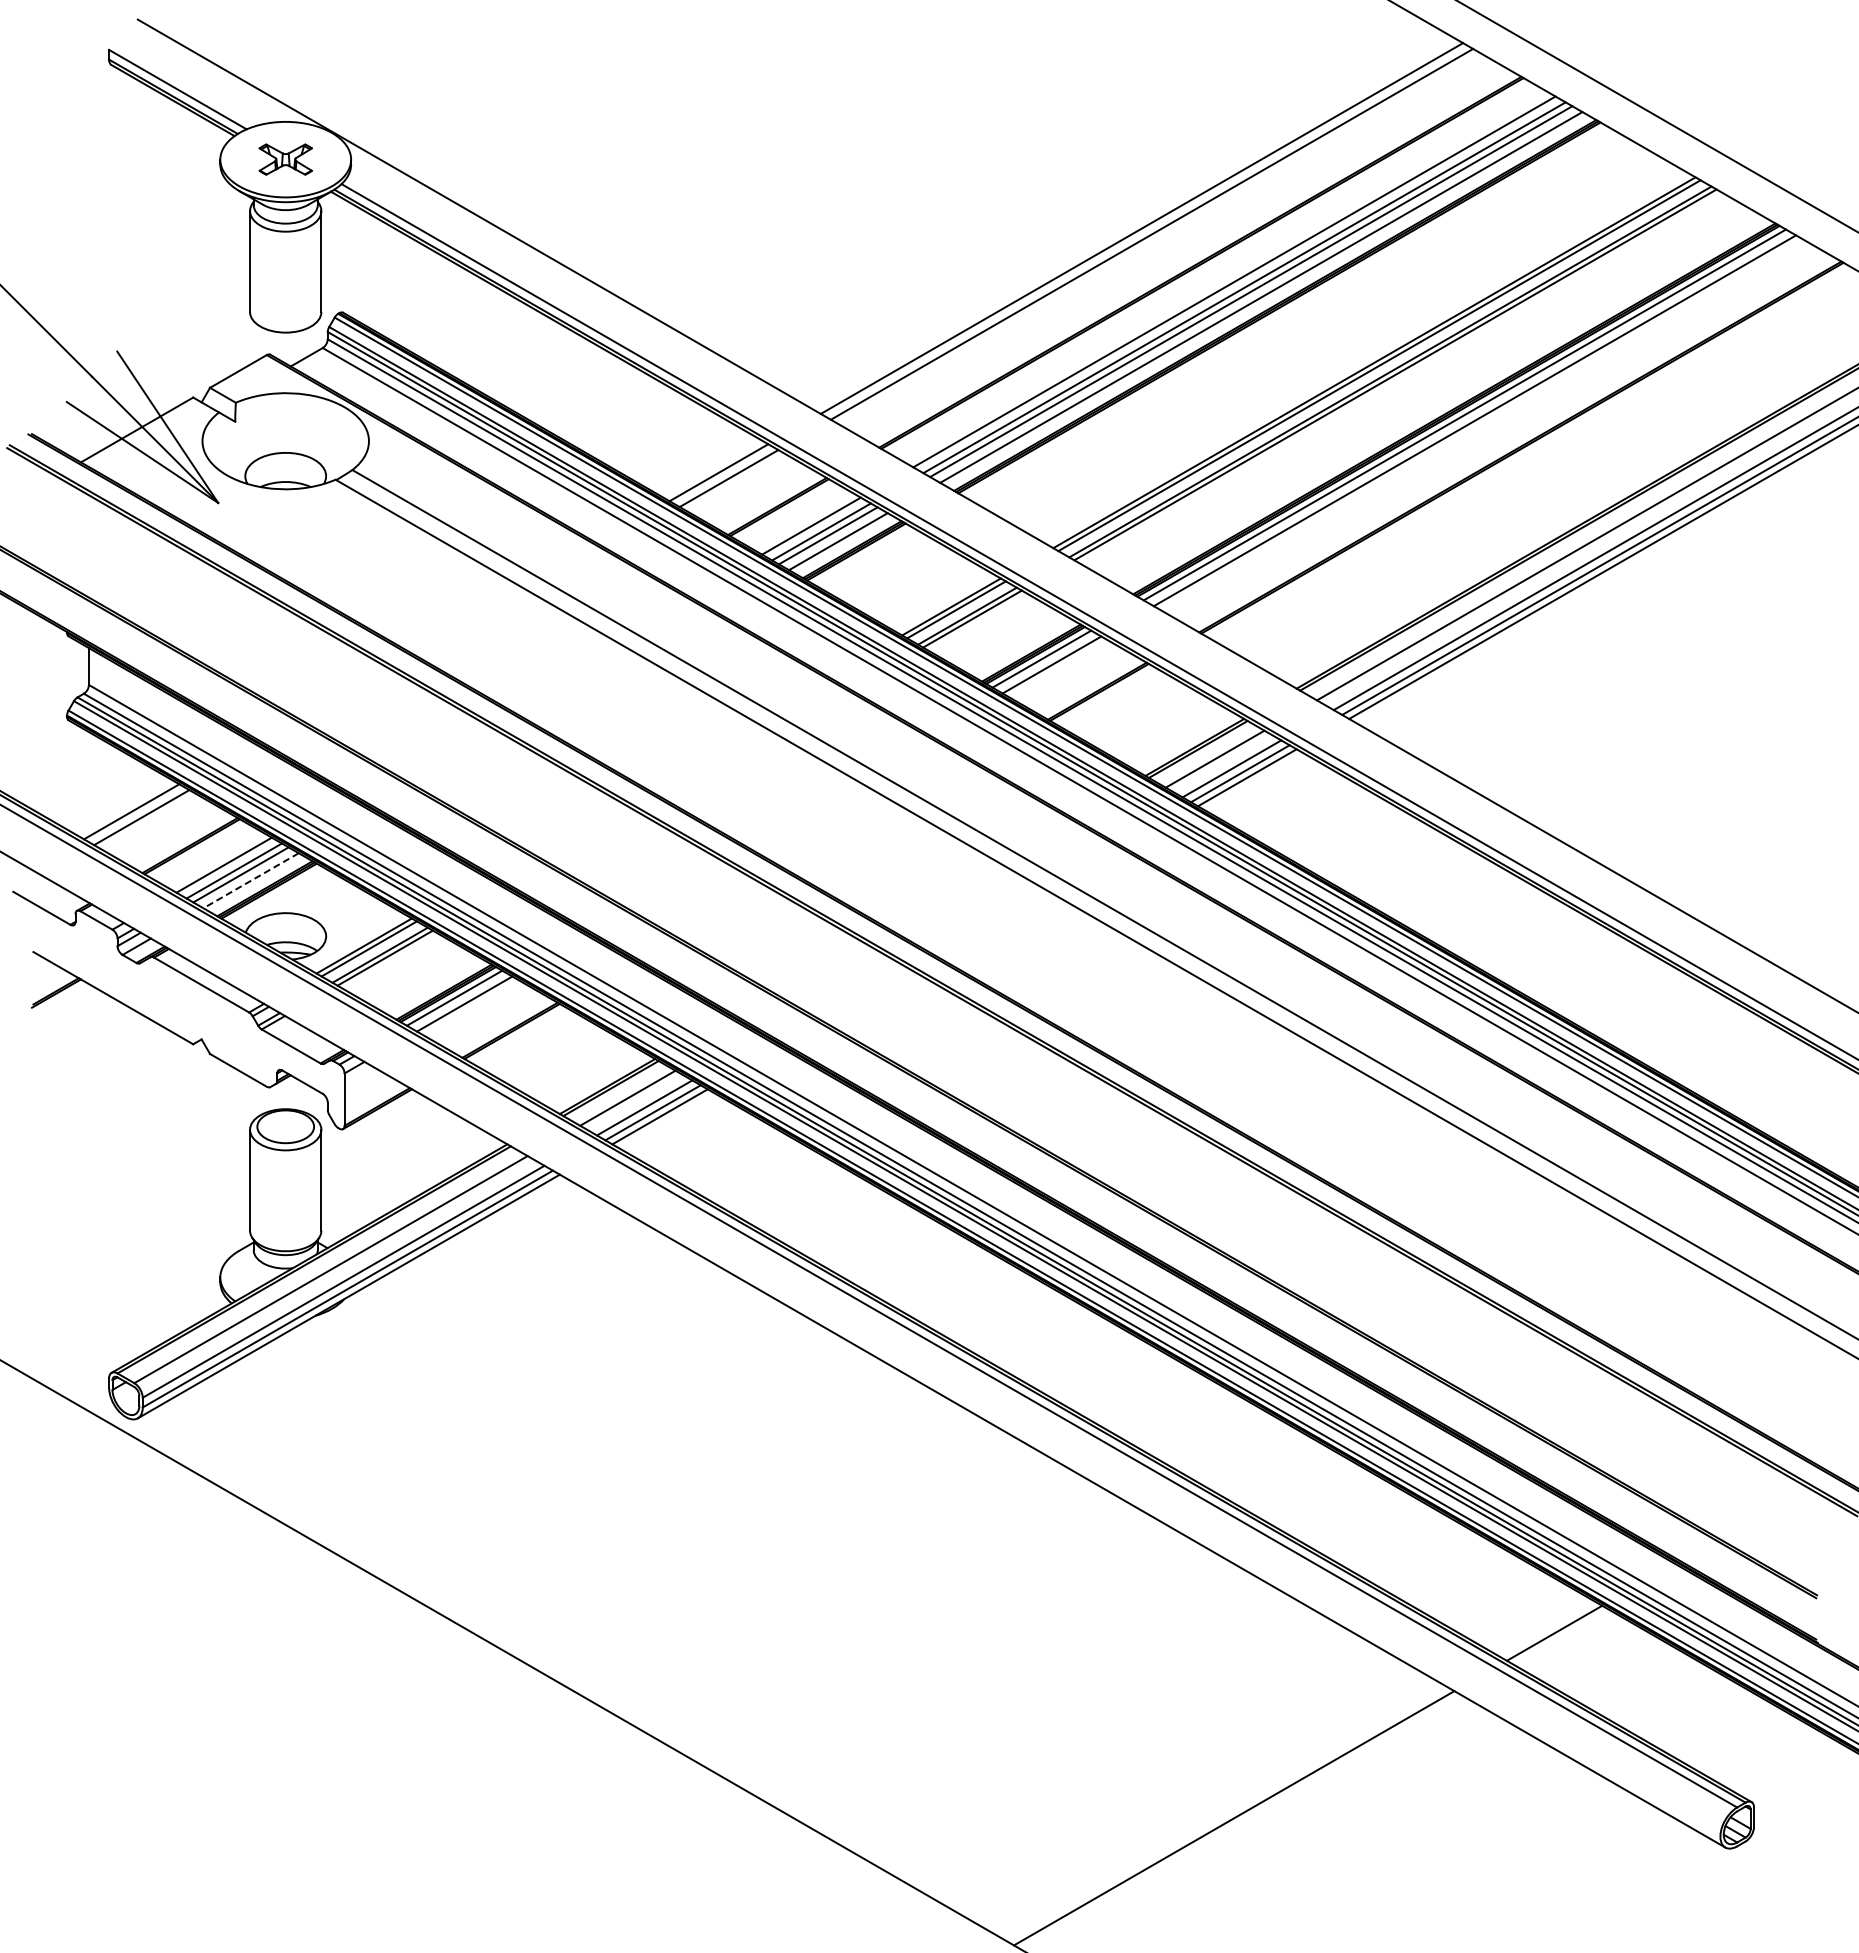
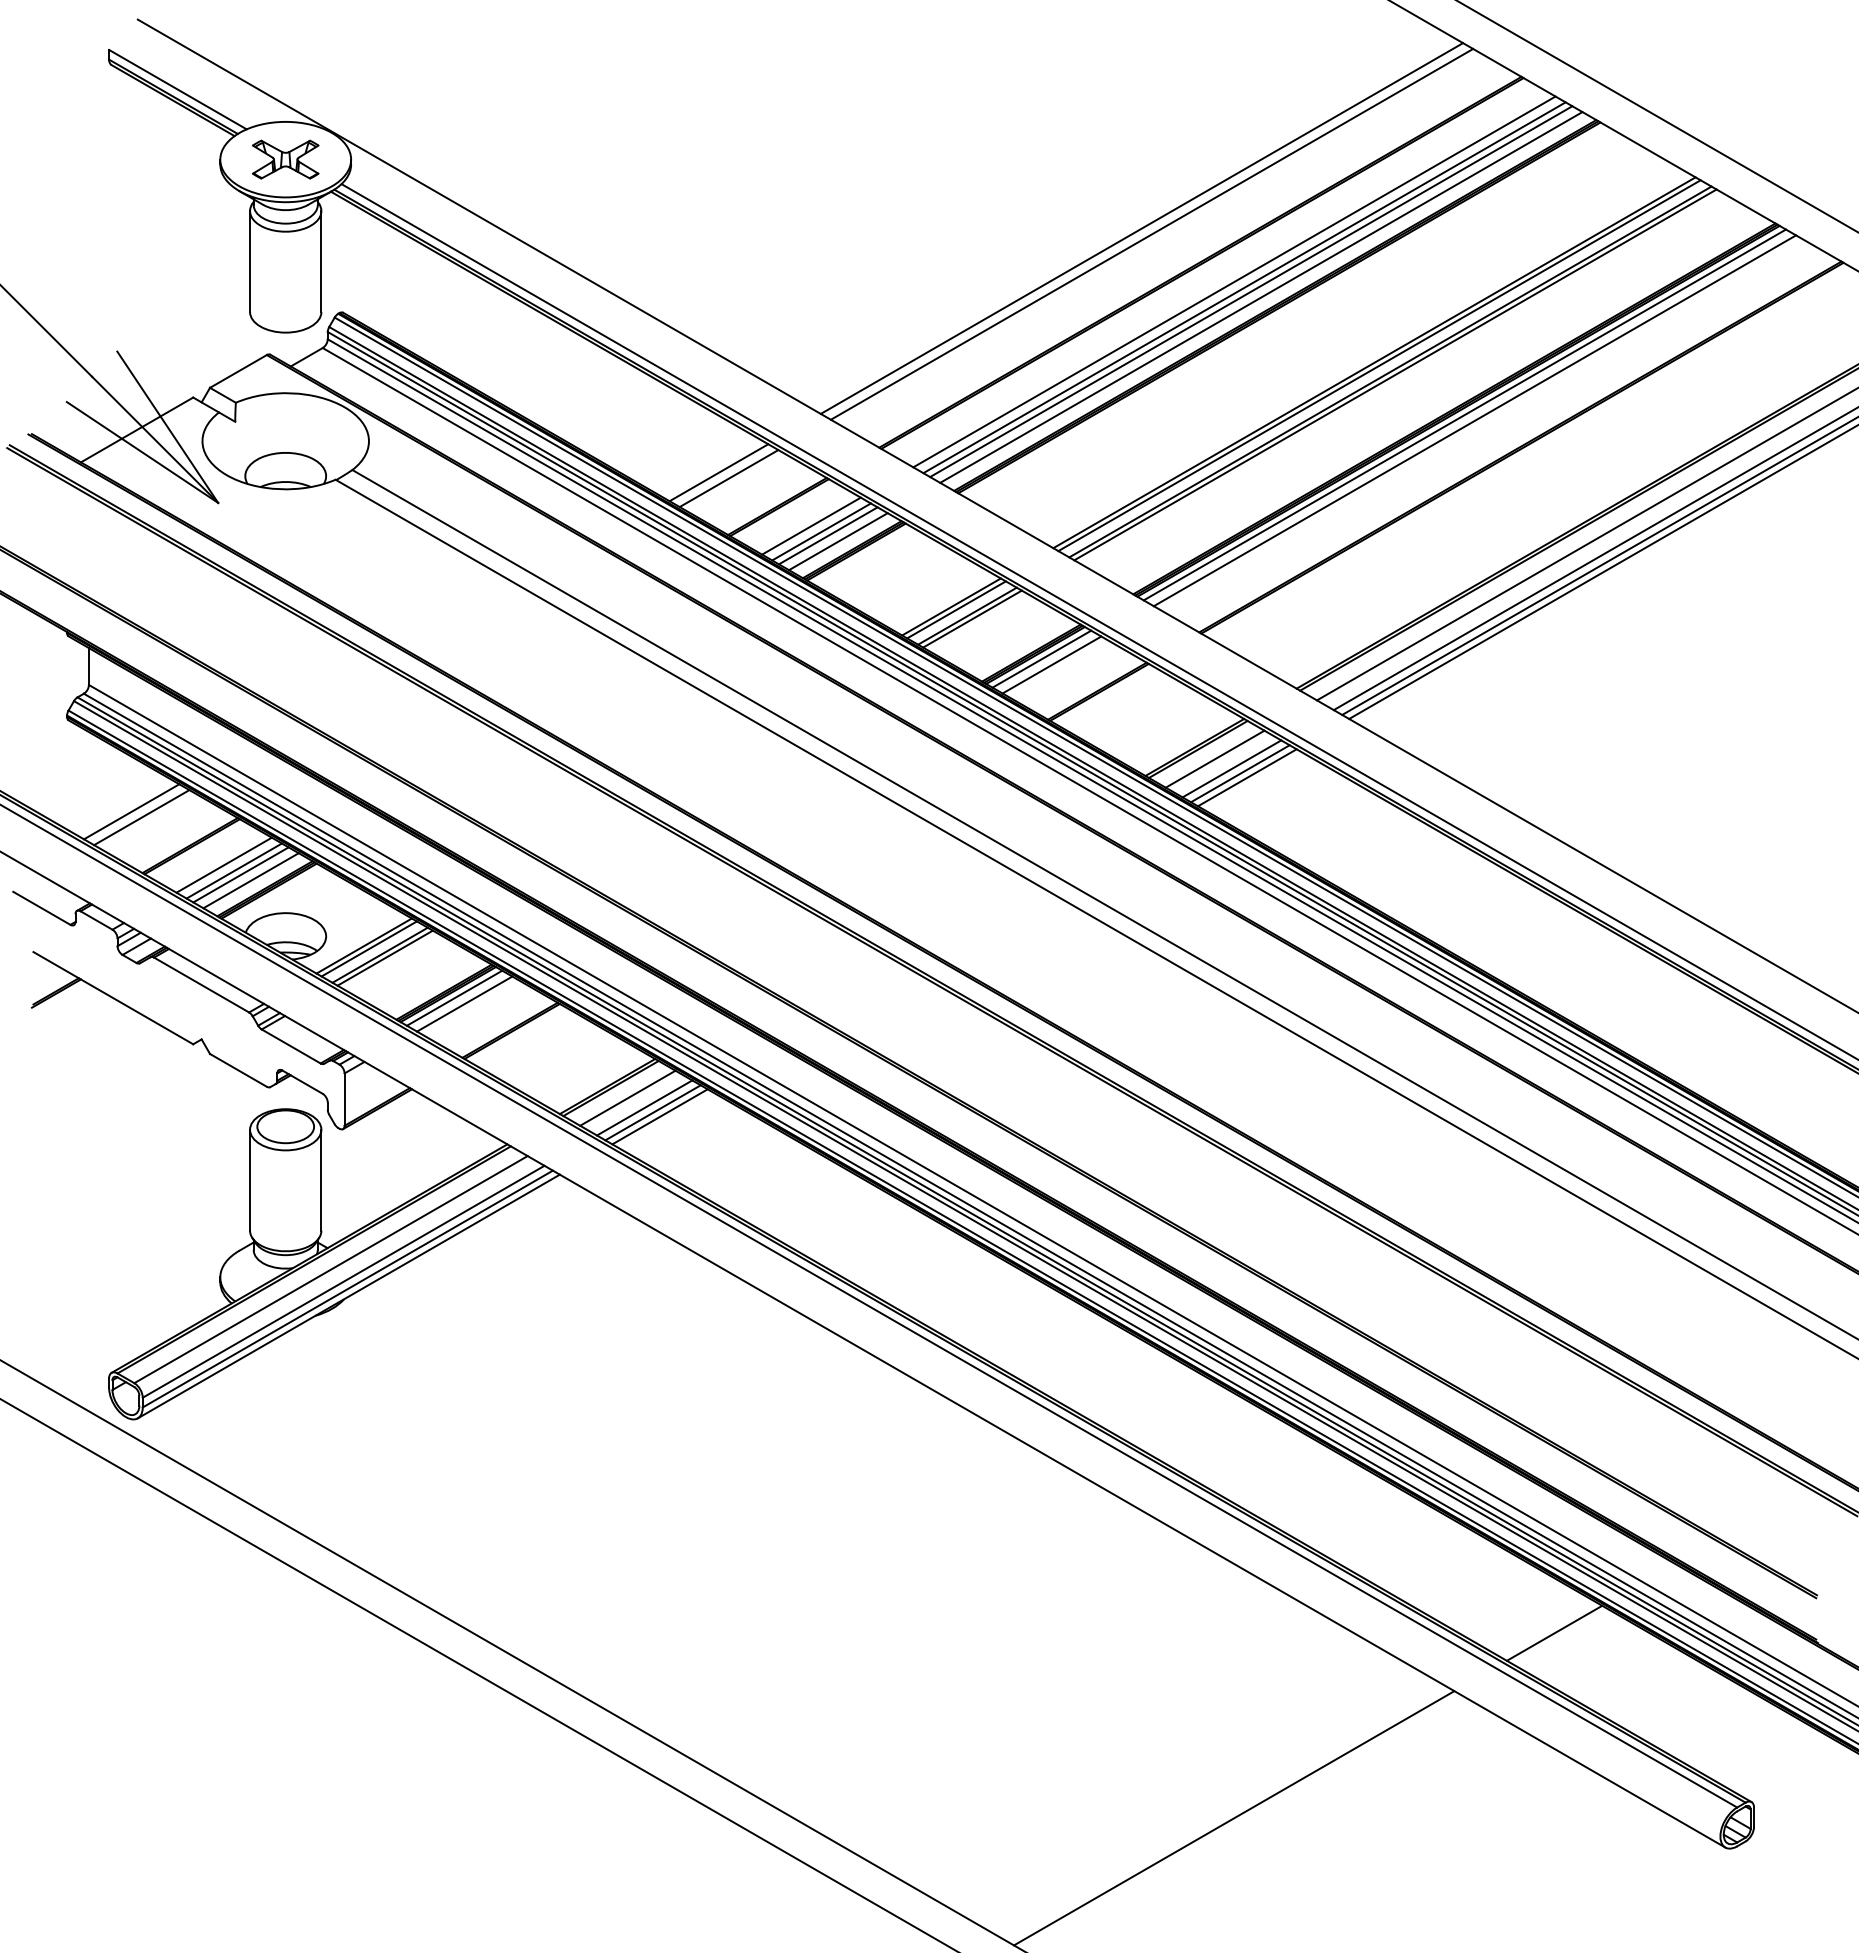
part at (285, 159) size: 55x33 px -> 68x41 px
line at (250, 880): dashed -> solid
line at (478, 1674): none -> present
